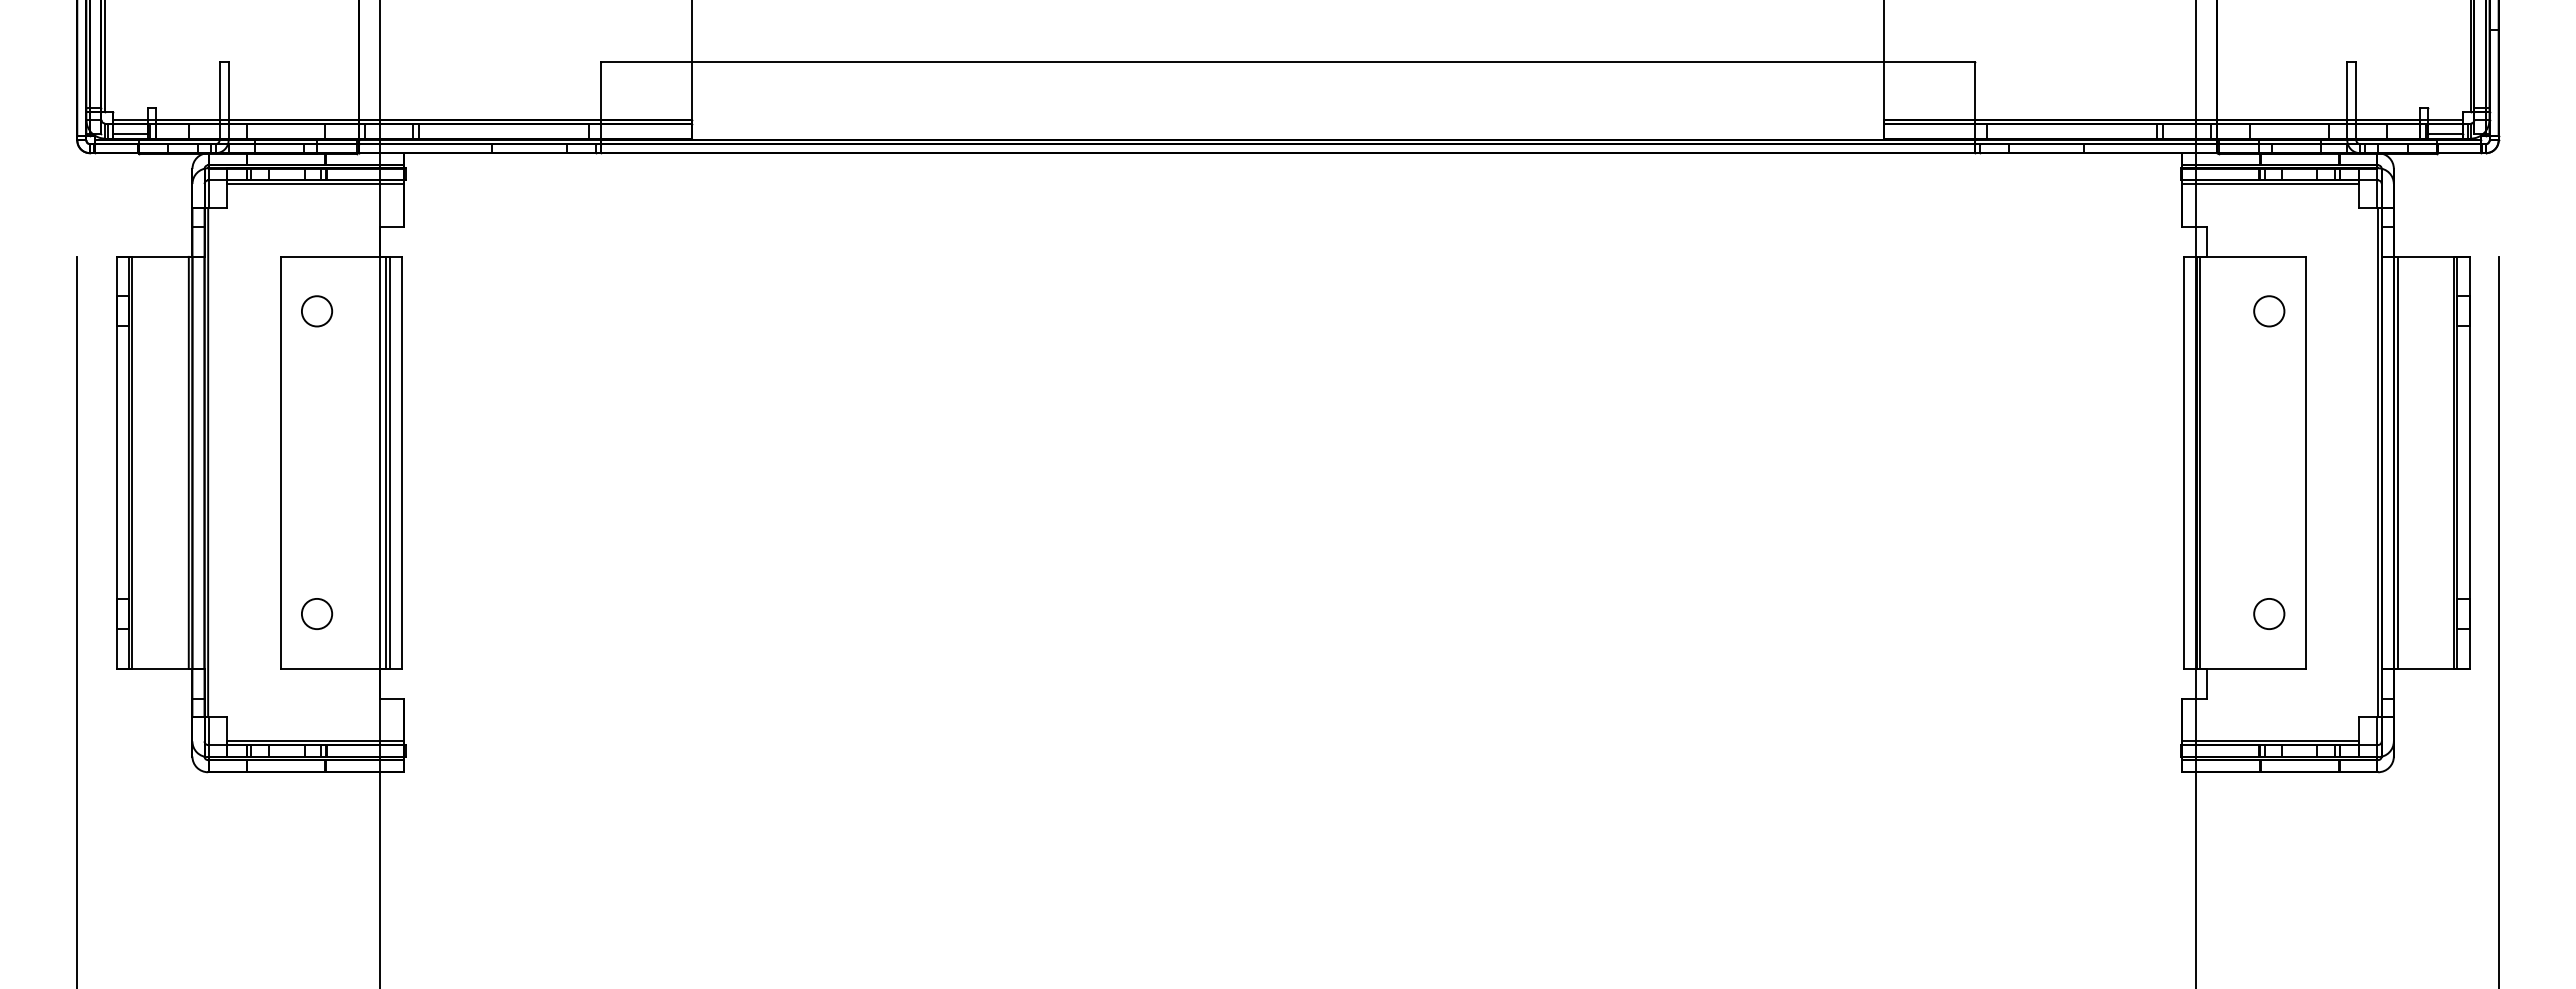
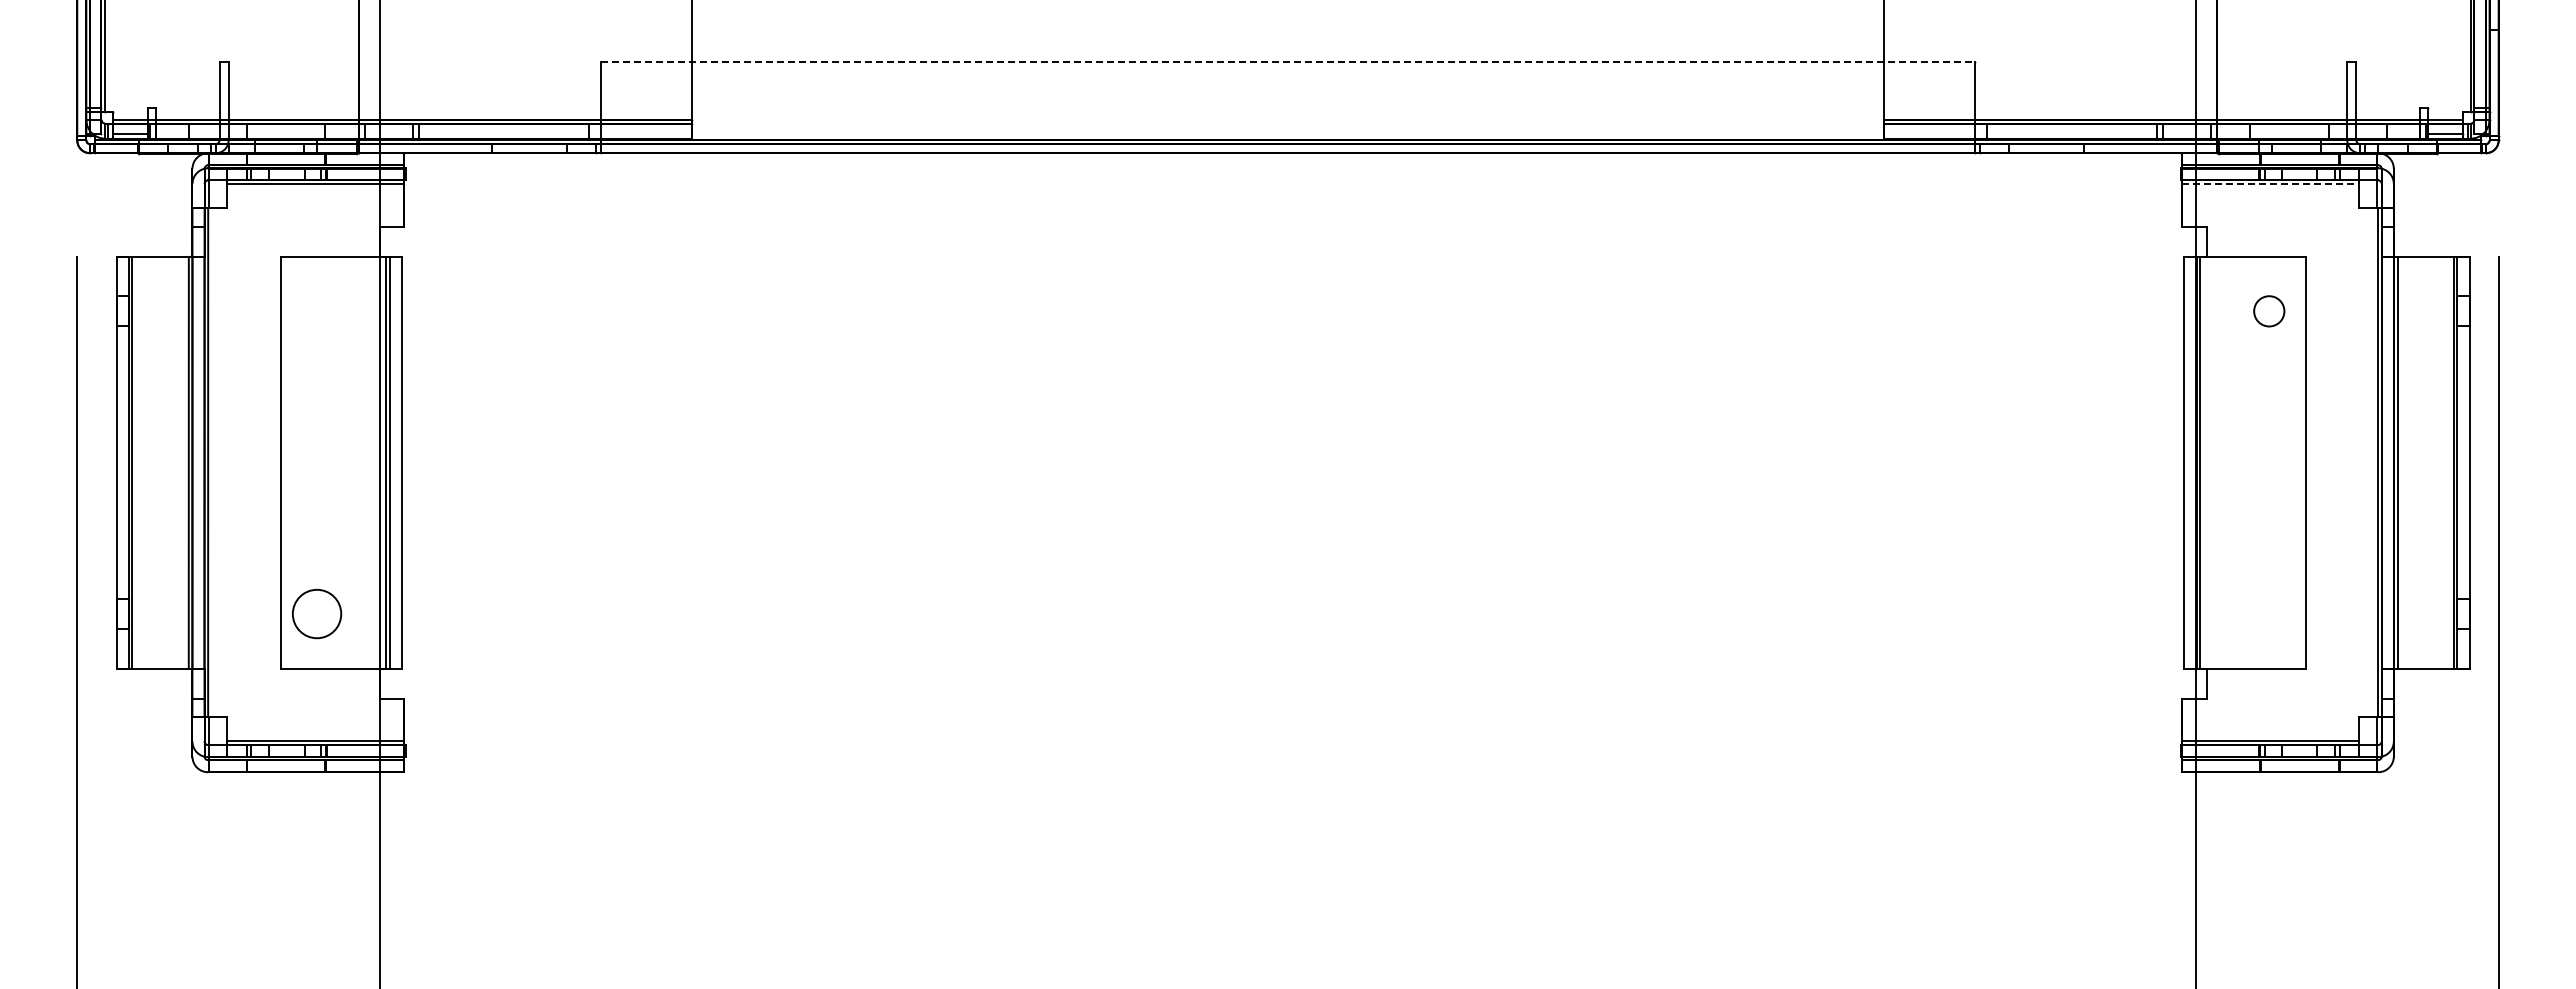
line at (1288, 62): solid -> dashed
line at (2271, 184): solid -> dashed
circle at (317, 311): present -> none
circle at (316, 613) diameter: 30 px -> 48 px
circle at (2269, 613): present -> none
